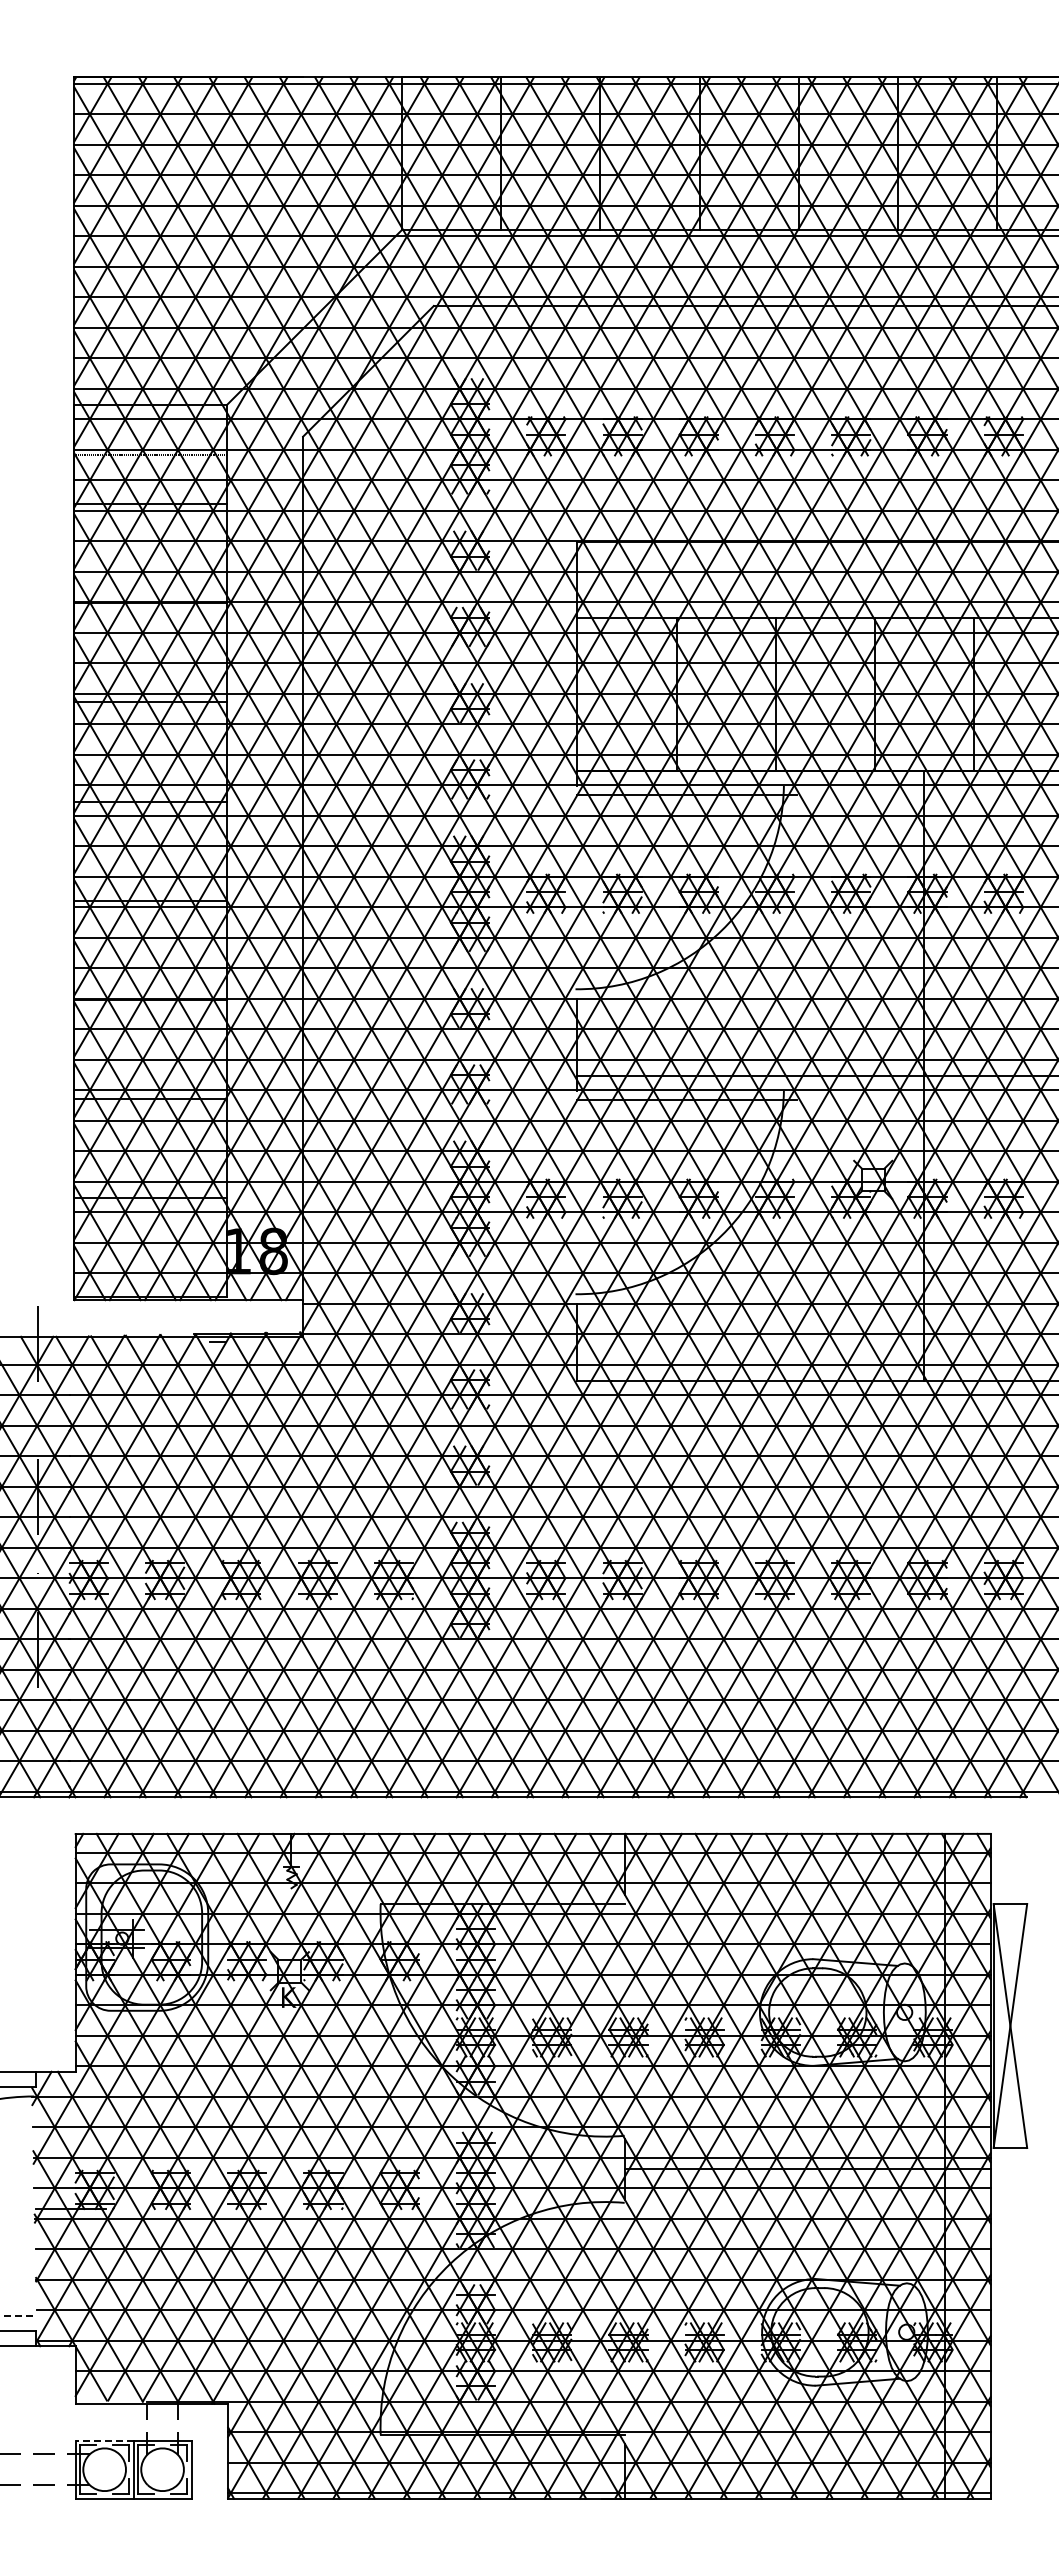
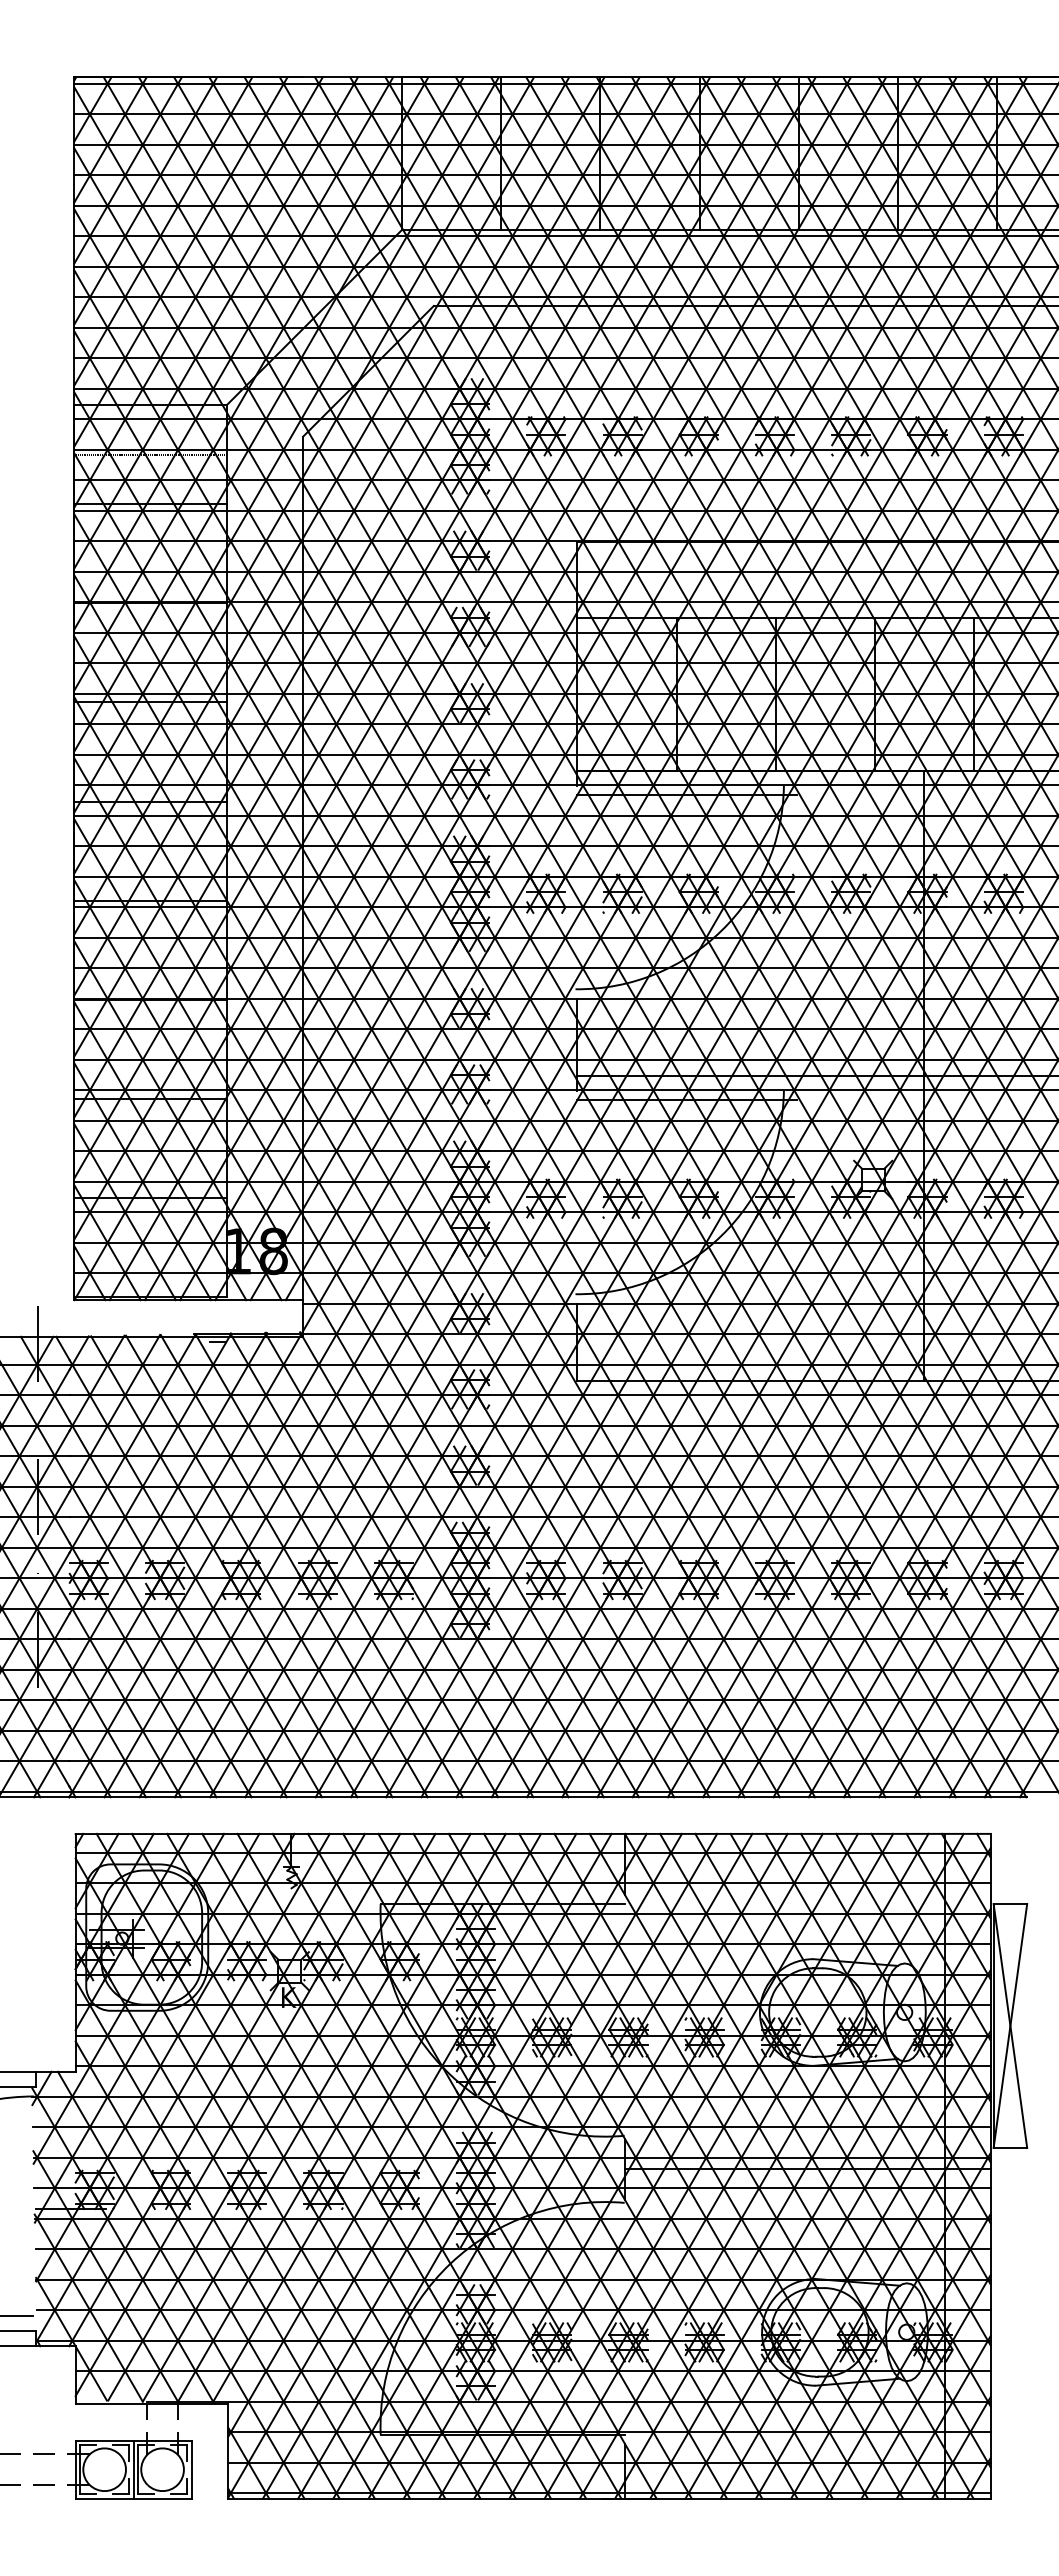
line at (16, 2316): dashed -> solid
line at (104, 2440): dashed -> solid
